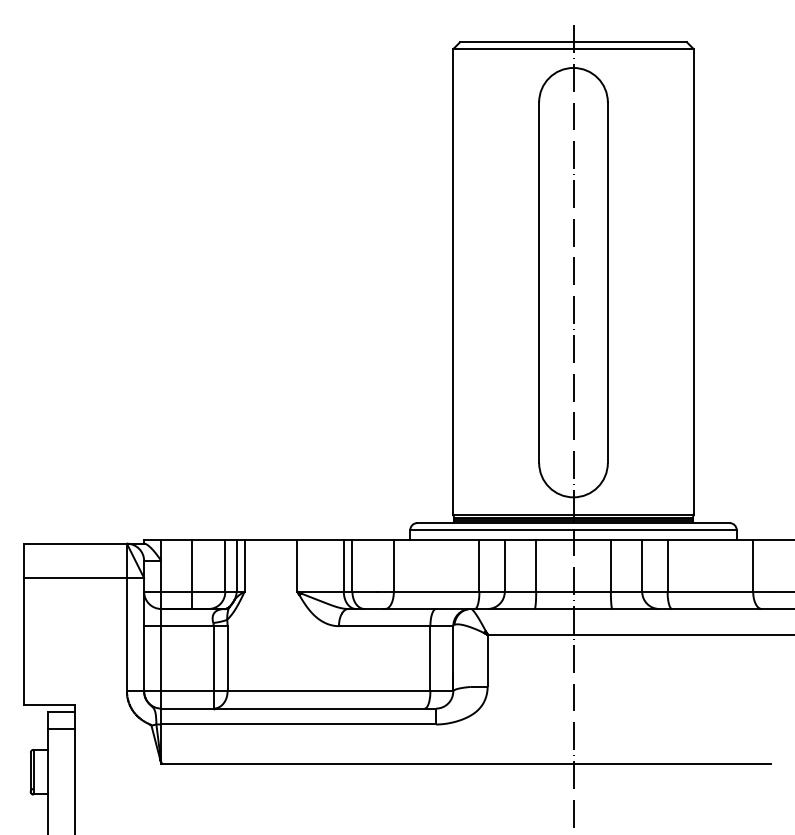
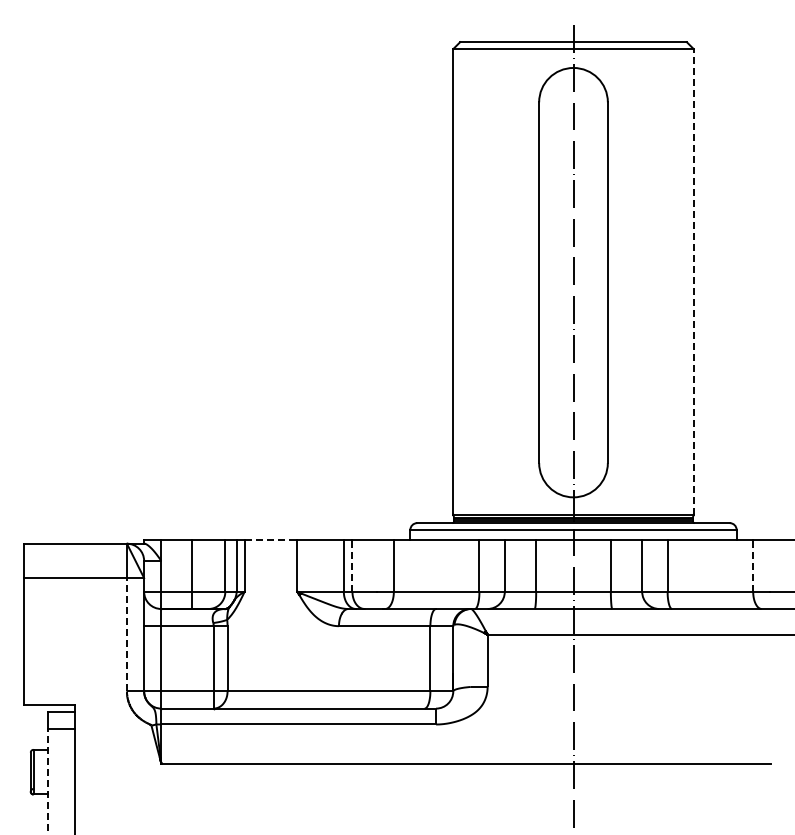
line at (693, 281): solid -> dashed
line at (271, 540): solid -> dashed
line at (352, 566): solid -> dashed
line at (753, 566): solid -> dashed
line at (126, 634): solid -> dashed
line at (47, 781): solid -> dashed
